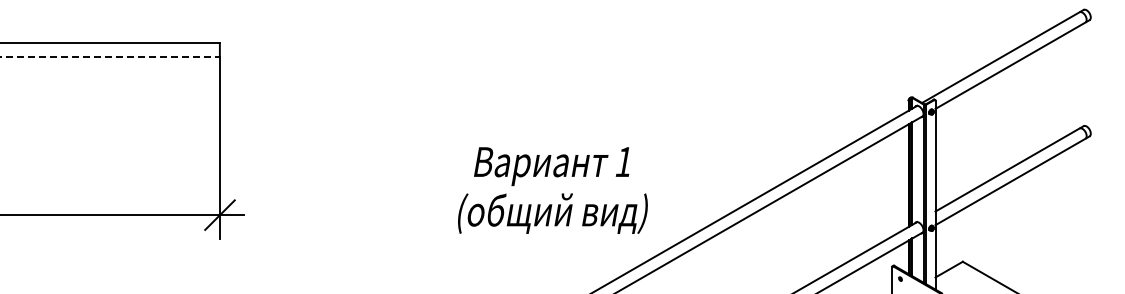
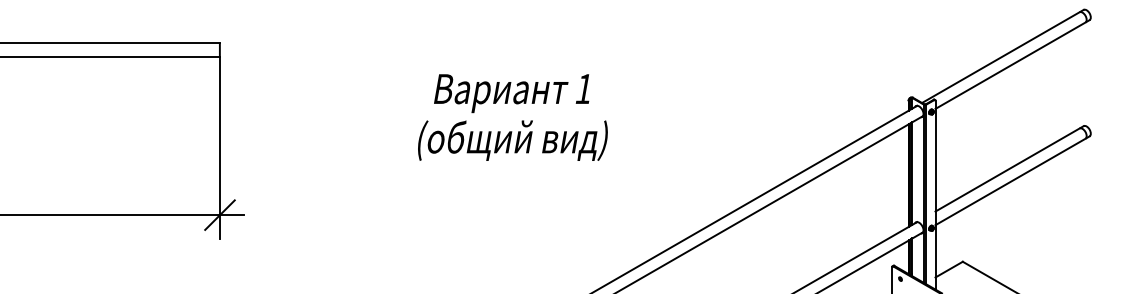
line at (110, 57): dashed -> solid
text at (552, 190) position: (552, 190) -> (512, 117)
